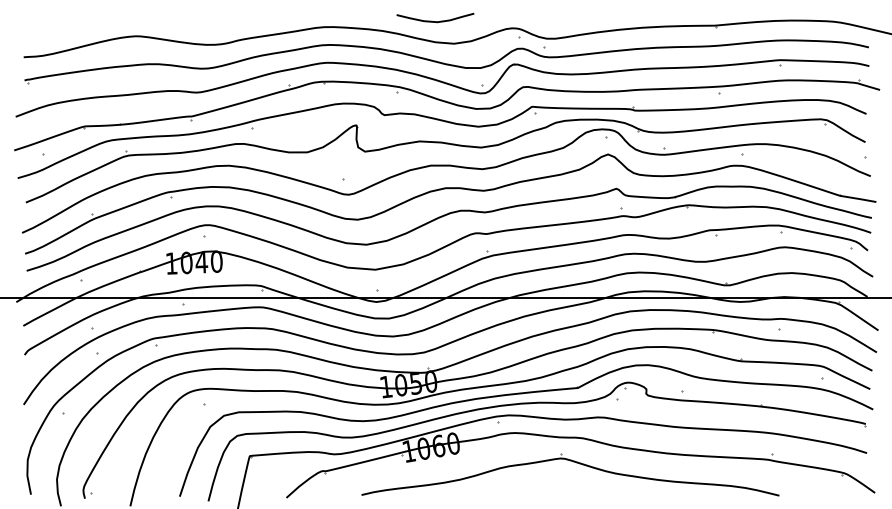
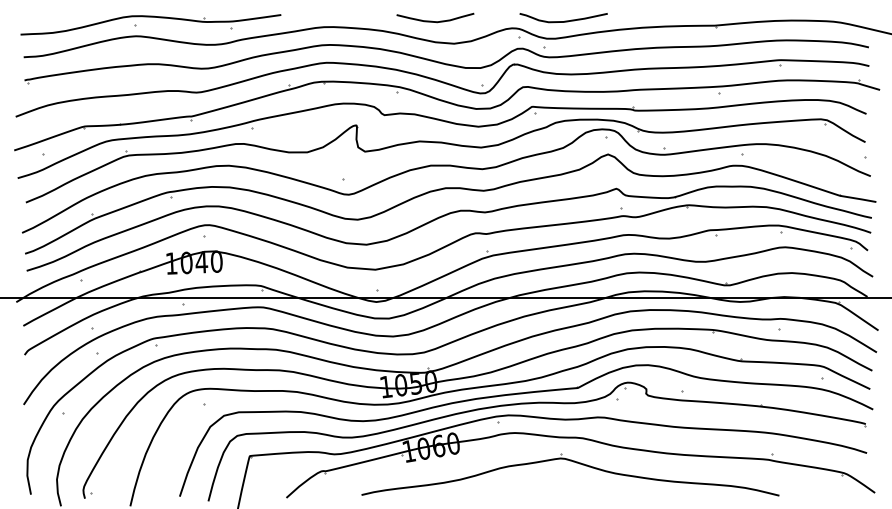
part at (150, 17): none -> present
curve at (564, 20): none -> present
